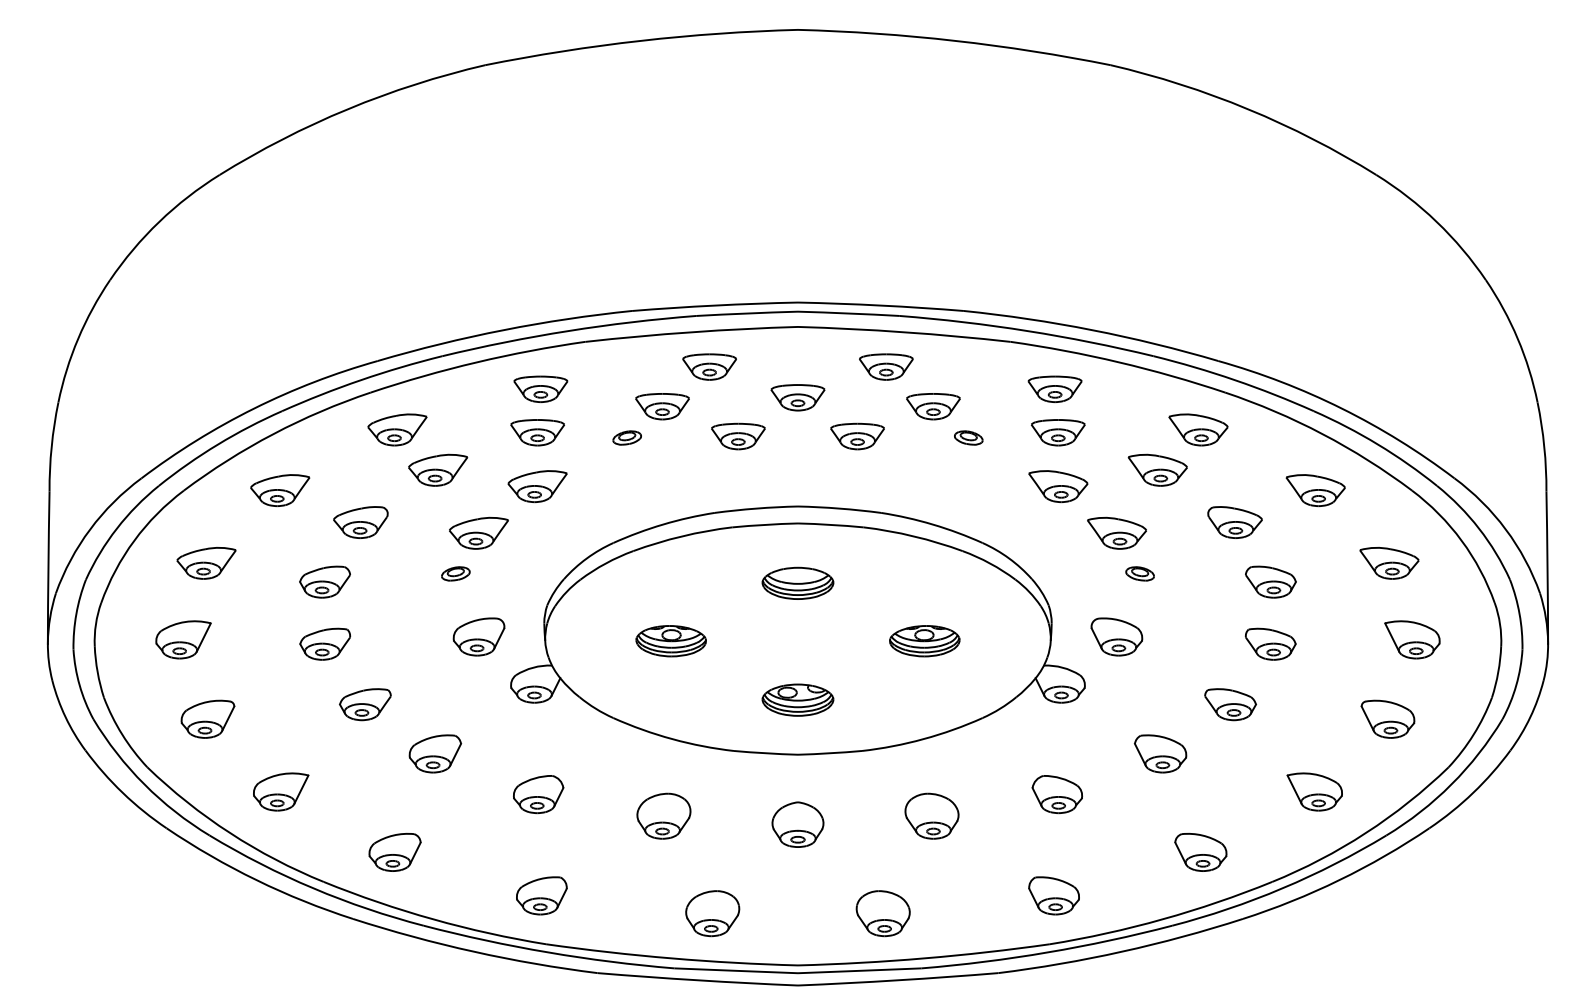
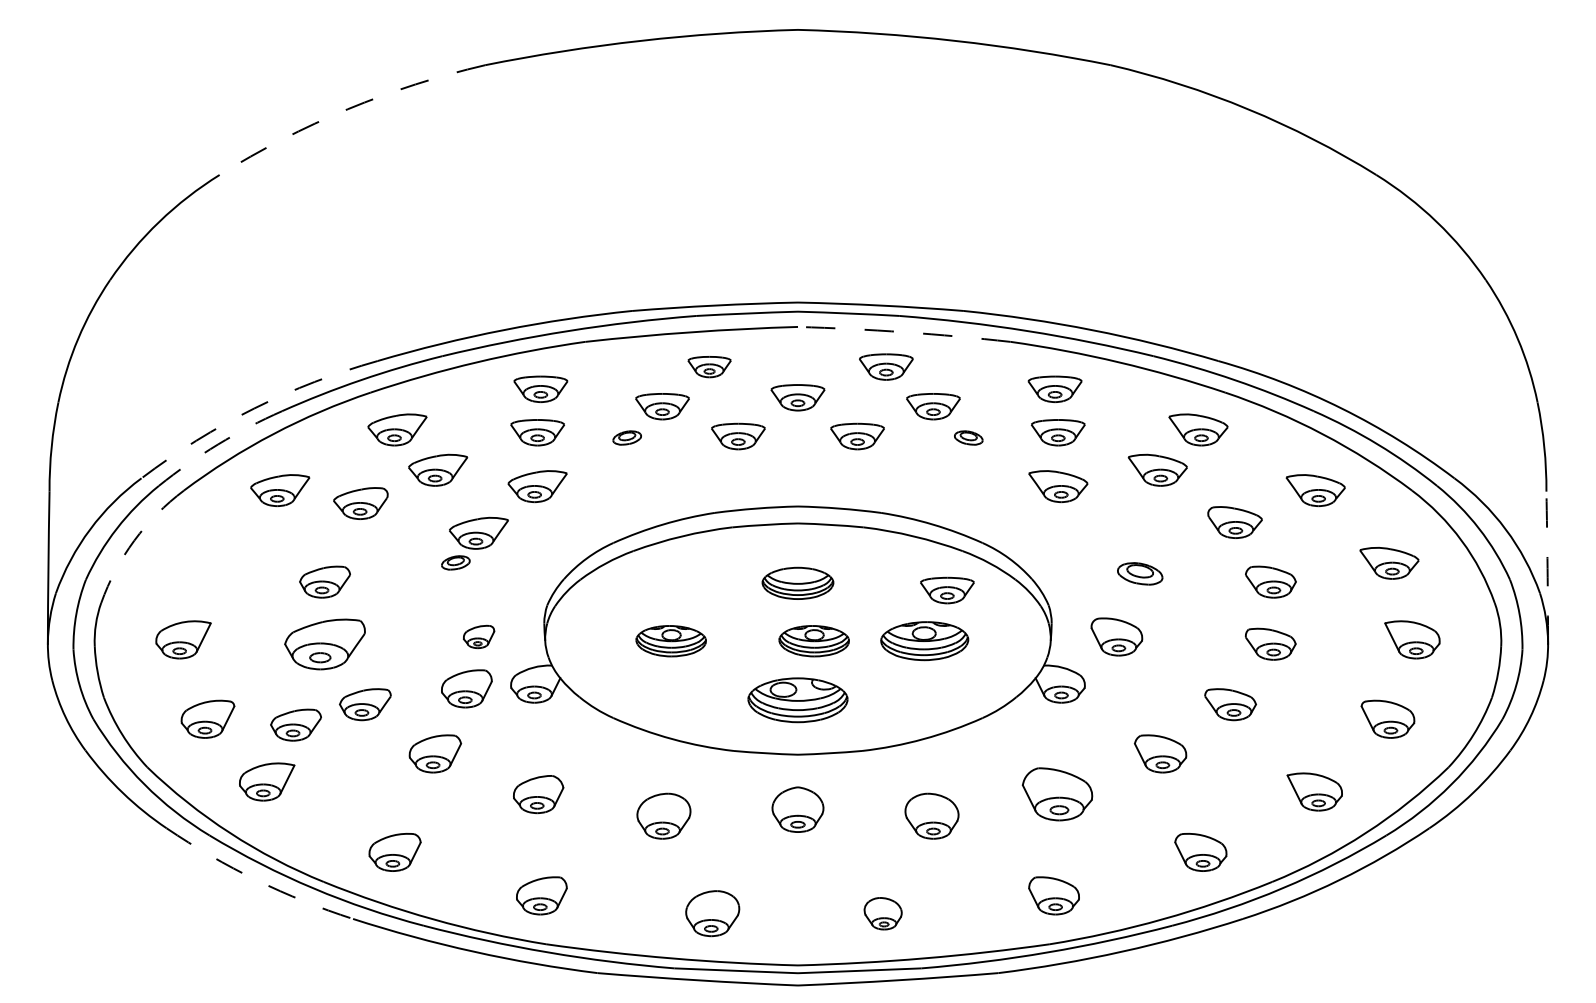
arc at (347, 109): solid -> dashed
arc at (904, 332): solid -> dashed
part at (709, 366) size: 55x28 px -> 45x23 px
arc at (254, 408): solid -> dashed
arc at (218, 444): solid -> dashed
part at (360, 522) position: (360, 522) -> (360, 503)
part at (1116, 532): present -> none
arc at (134, 540): solid -> dashed
part at (206, 563): present -> none
arc at (1547, 568): solid -> dashed
part at (455, 573) position: (455, 573) -> (455, 562)
part at (1139, 573) size: 30x16 px -> 47x24 px
part at (947, 590): none -> present
part at (478, 636) size: 54x40 px -> 33x26 px
part at (813, 641): none -> present
part at (924, 641) size: 72x33 px -> 90x41 px
part at (325, 643) size: 53x34 px -> 82x53 px
part at (466, 688): none -> present
part at (797, 699) size: 74x34 px -> 102x47 px
part at (295, 724): none -> present
part at (281, 791) position: (281, 791) -> (267, 781)
part at (1056, 794) size: 52x40 px -> 73x55 px
part at (797, 824) position: (797, 824) -> (797, 809)
arc at (256, 880): solid -> dashed
part at (882, 913) size: 56x48 px -> 40x34 px
